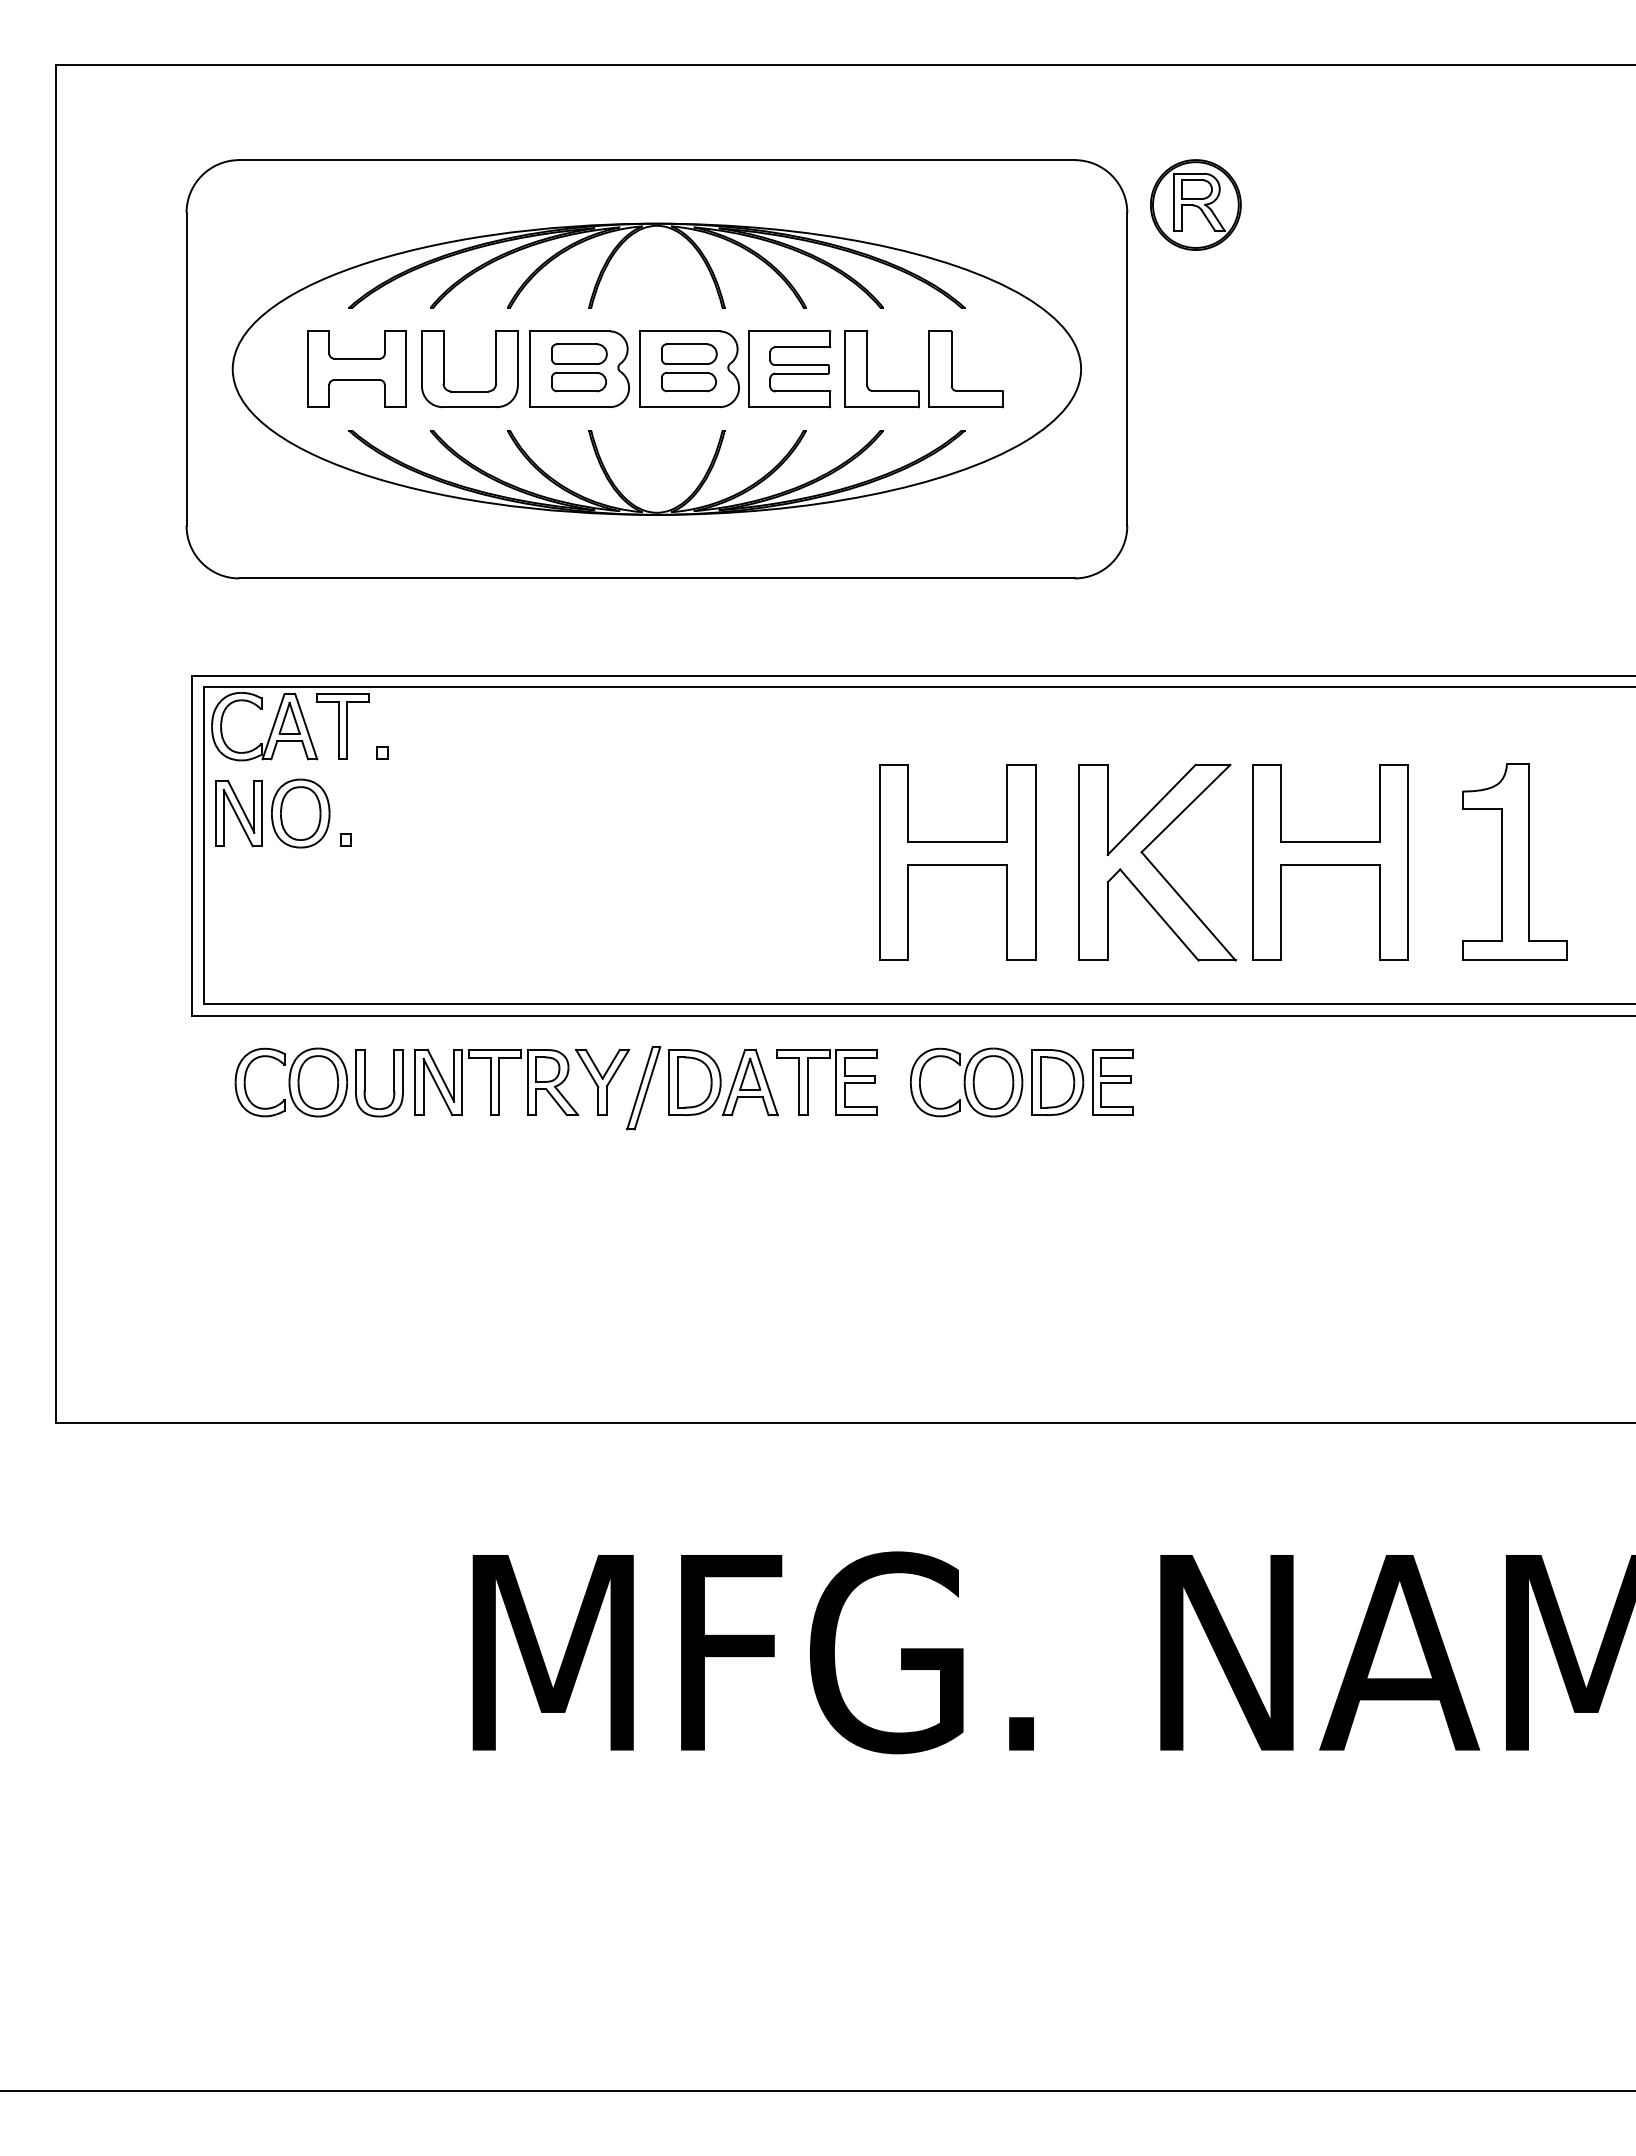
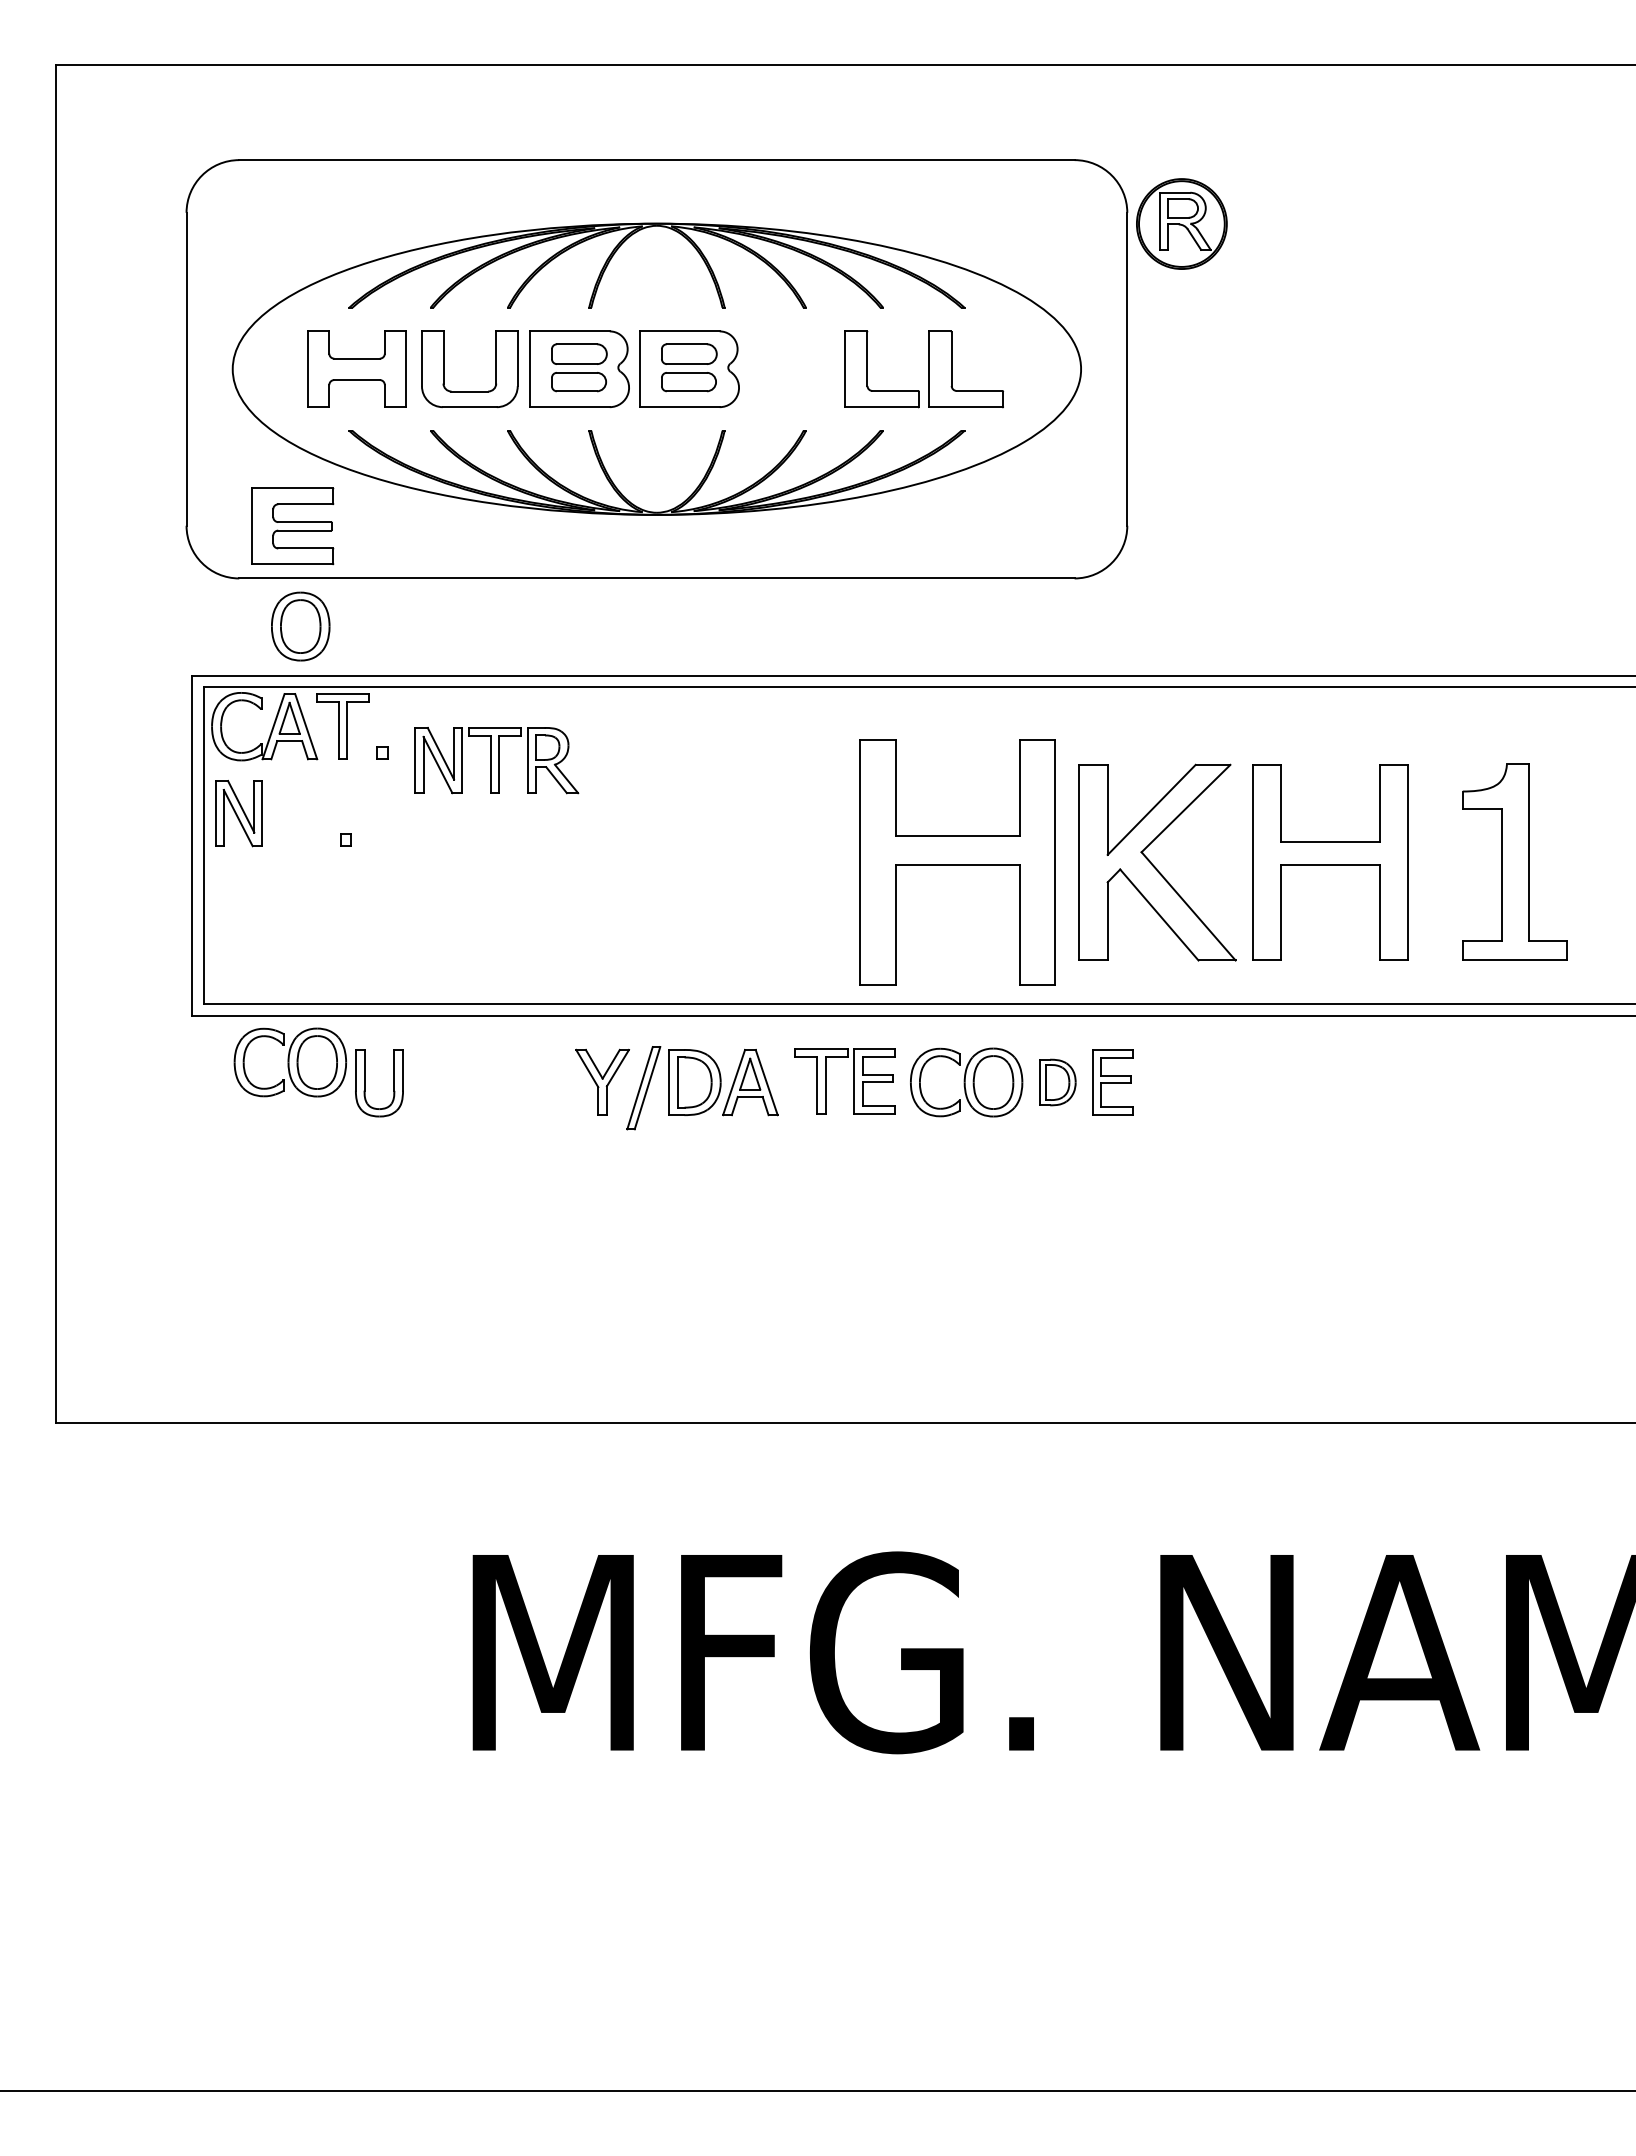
part at (1195, 204) position: (1195, 204) -> (1181, 223)
part at (789, 369) position: (789, 369) -> (292, 526)
part at (300, 813) position: (300, 813) -> (300, 626)
part at (957, 862) size: 158x197 px -> 197x247 px
part at (290, 1082) position: (290, 1082) -> (289, 1062)
part at (496, 1082) position: (496, 1082) -> (496, 760)
part at (835, 1082) position: (835, 1082) -> (853, 1081)
part at (1057, 1082) size: 54x67 px -> 38x49 px
